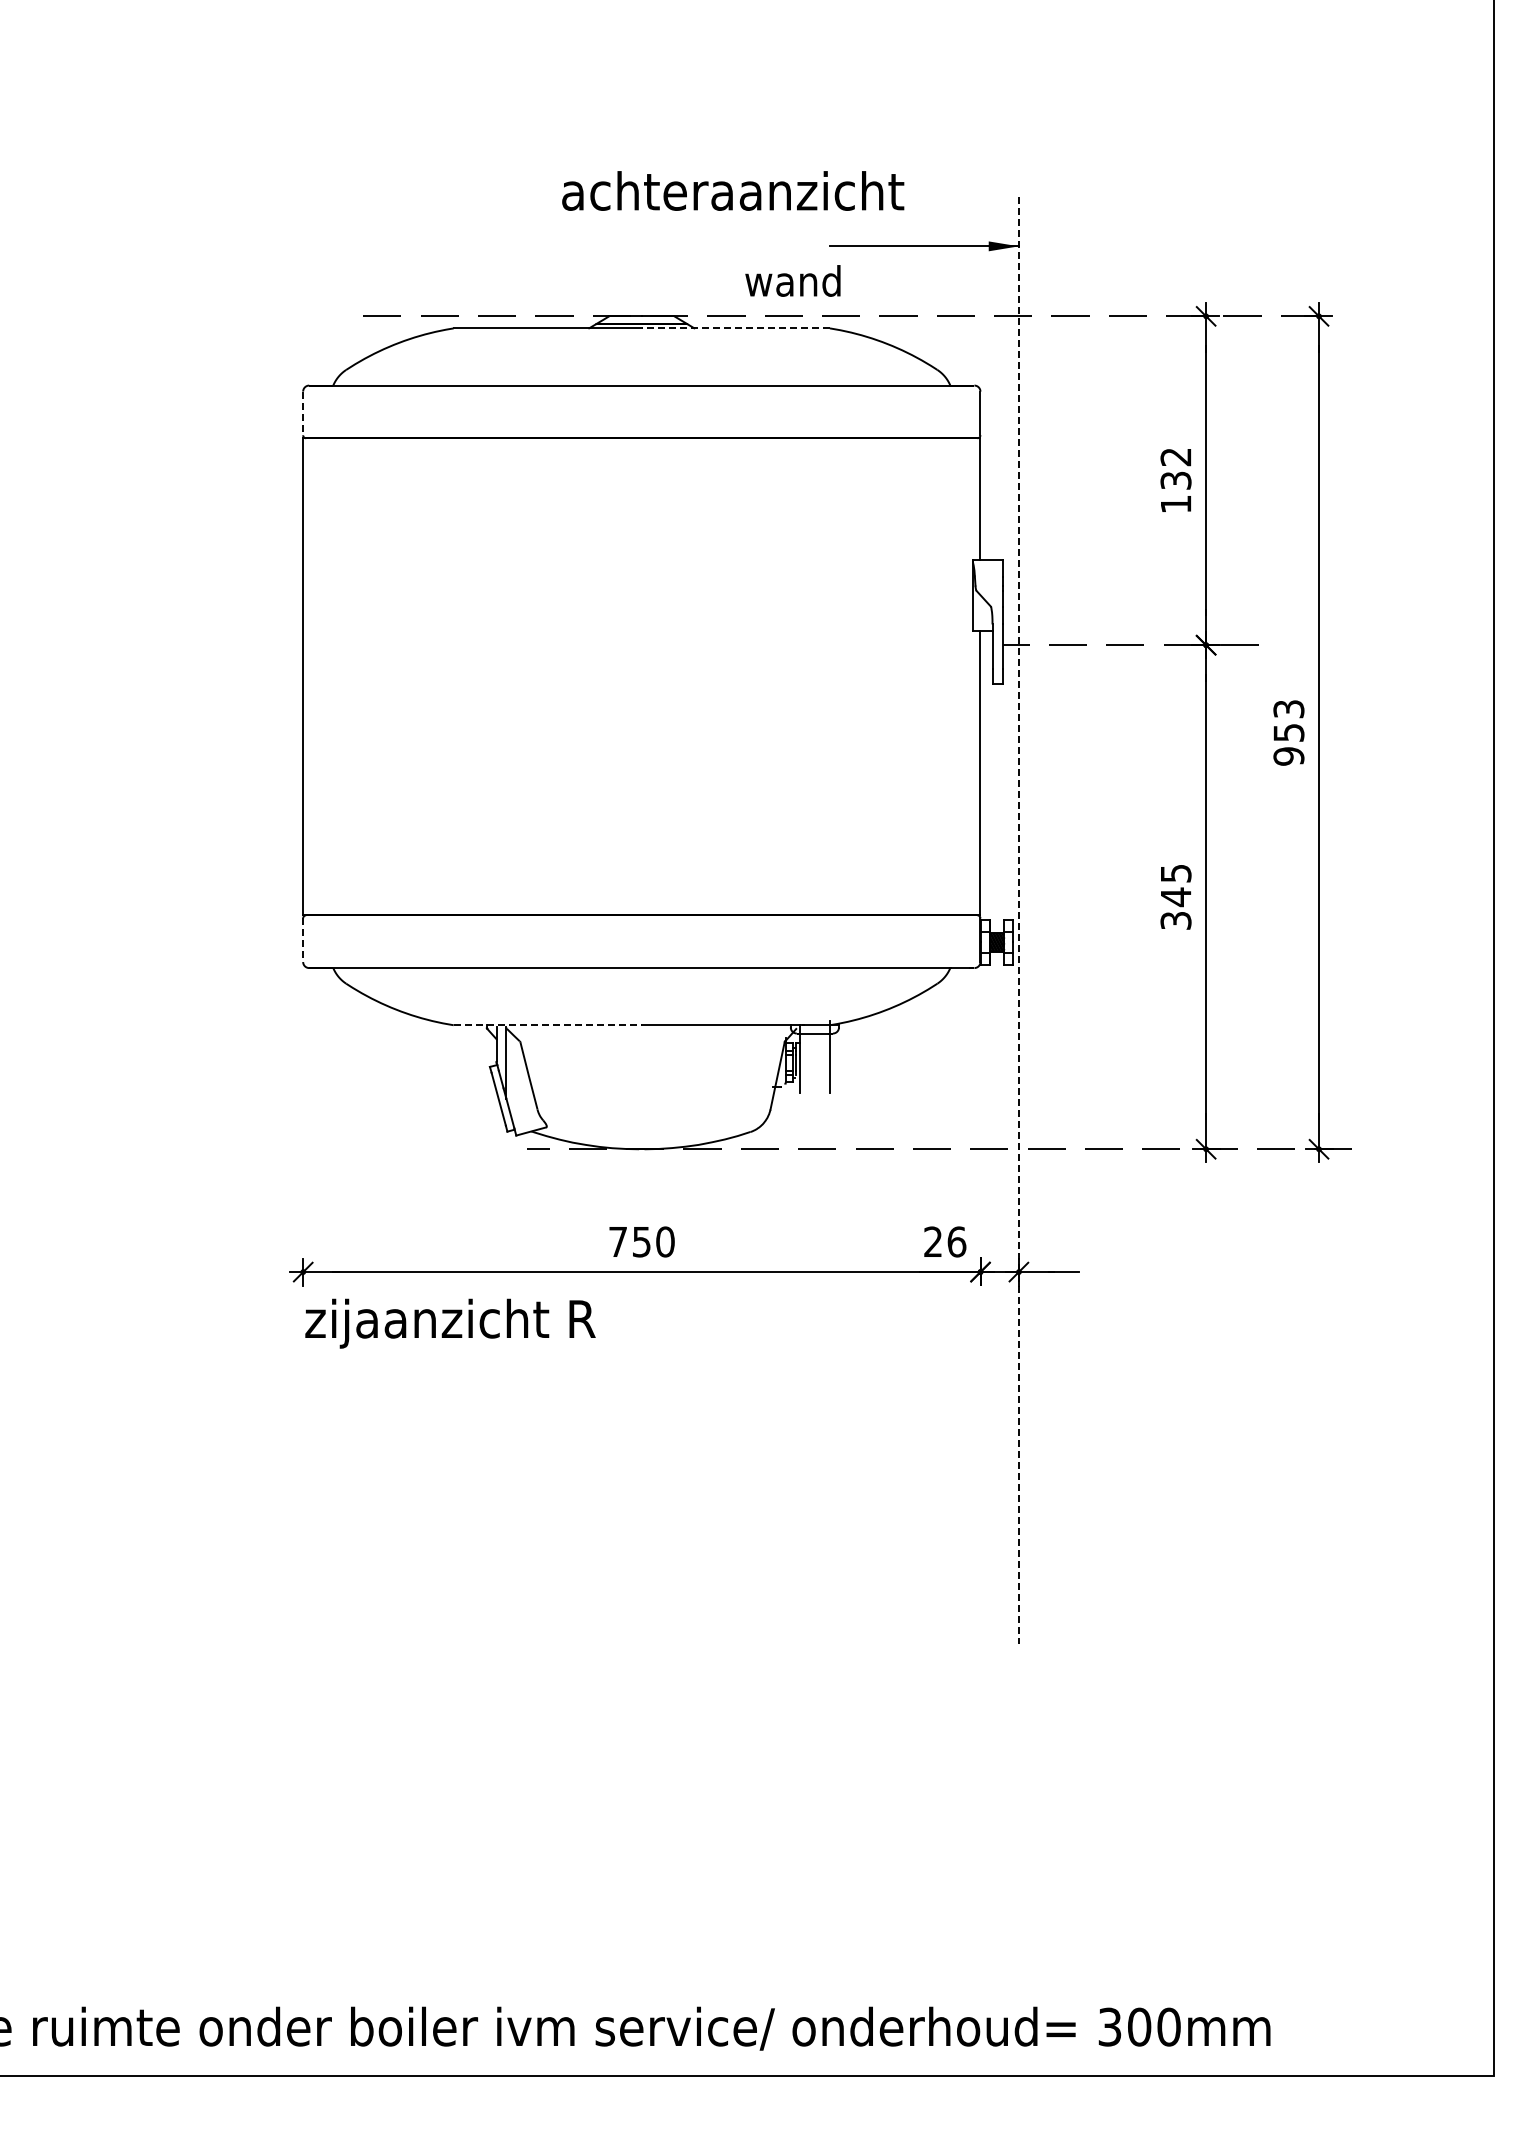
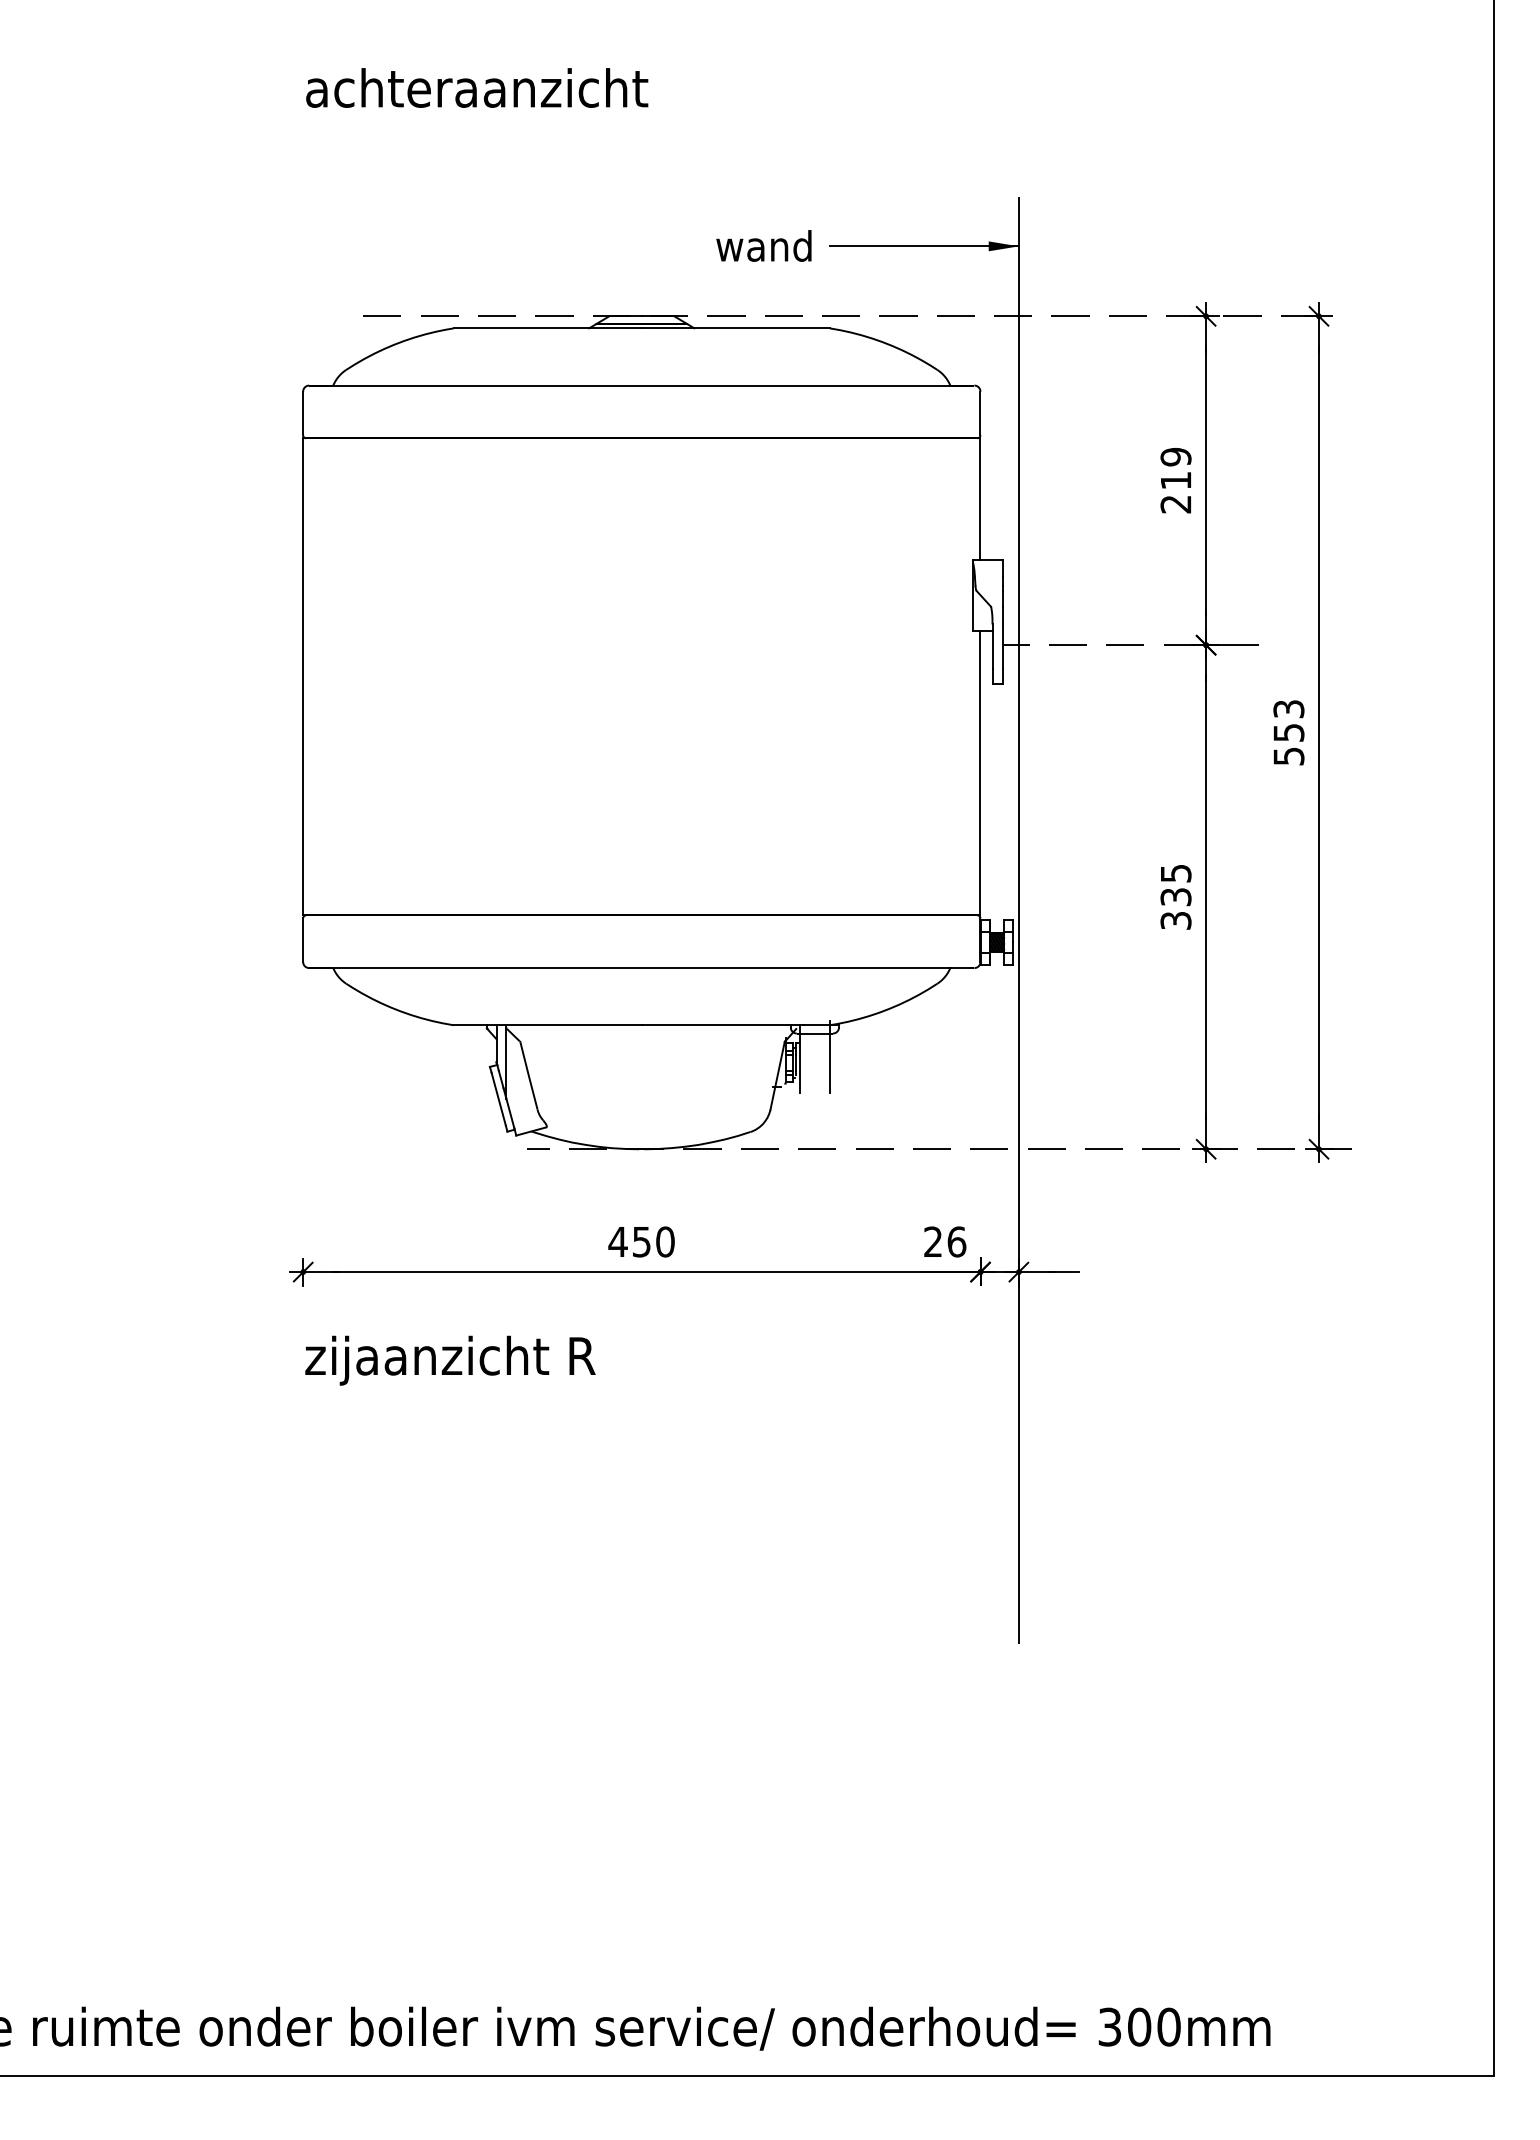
text at (733, 190) position: (733, 190) -> (477, 87)
text at (792, 280) position: (792, 280) -> (763, 245)
line at (735, 328): dashed -> solid
line at (303, 413): dashed -> solid
text at (1175, 480): 132 -> 219
text at (1288, 756): 953 -> 553
text at (1175, 897): 345 -> 335
line at (1018, 920): dashed -> solid
line at (303, 940): dashed -> solid
line at (548, 1025): dashed -> solid
text at (617, 1241): 750 -> 450
text at (450, 1323) position: (450, 1323) -> (450, 1360)
